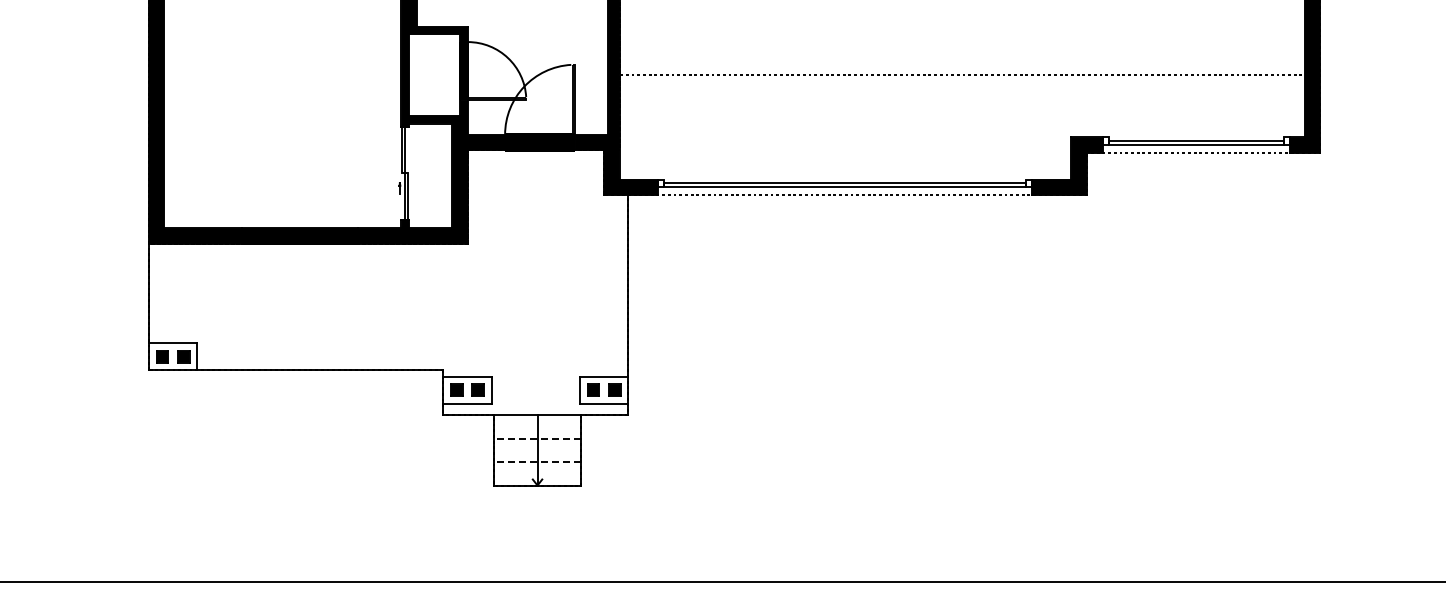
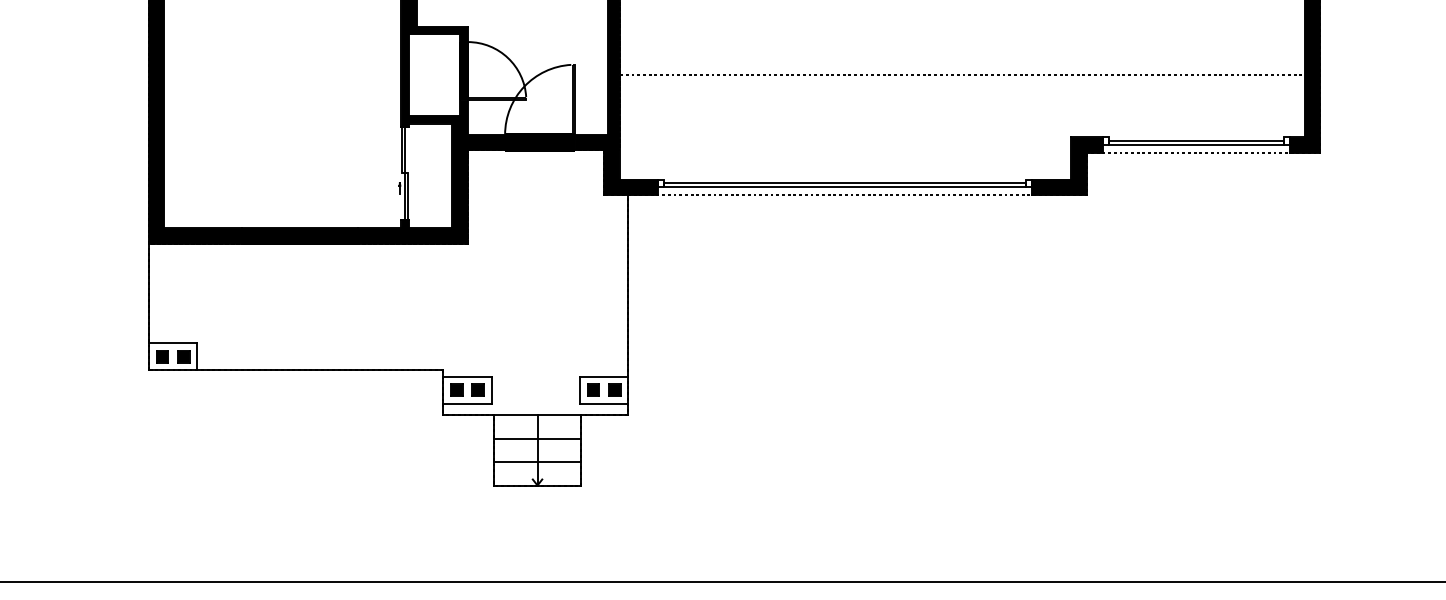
line at (537, 438): dashed -> solid
line at (537, 462): dashed -> solid
